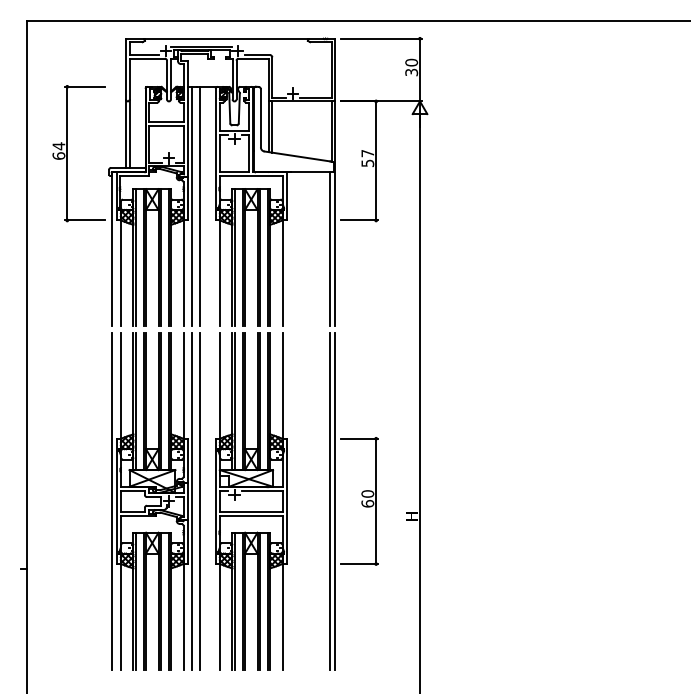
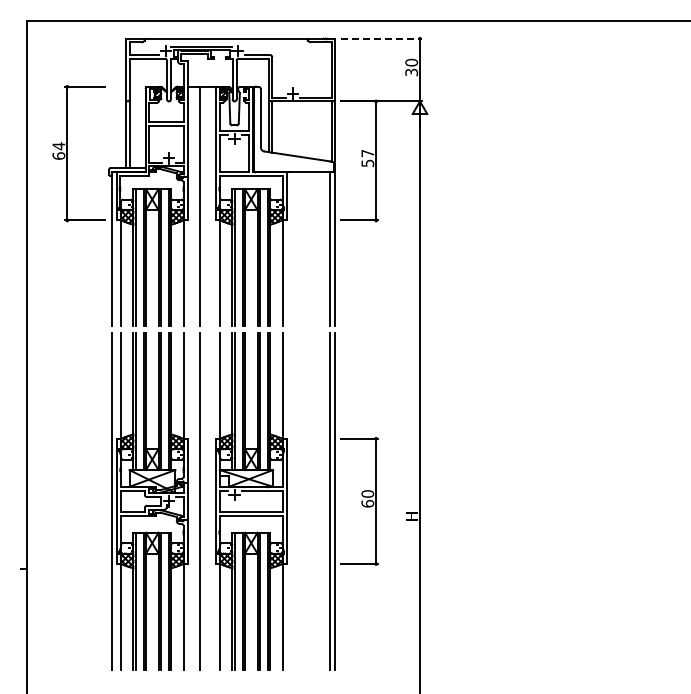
line at (382, 38): solid -> dashed
line at (192, 206): present -> none
line at (192, 501): present -> none
